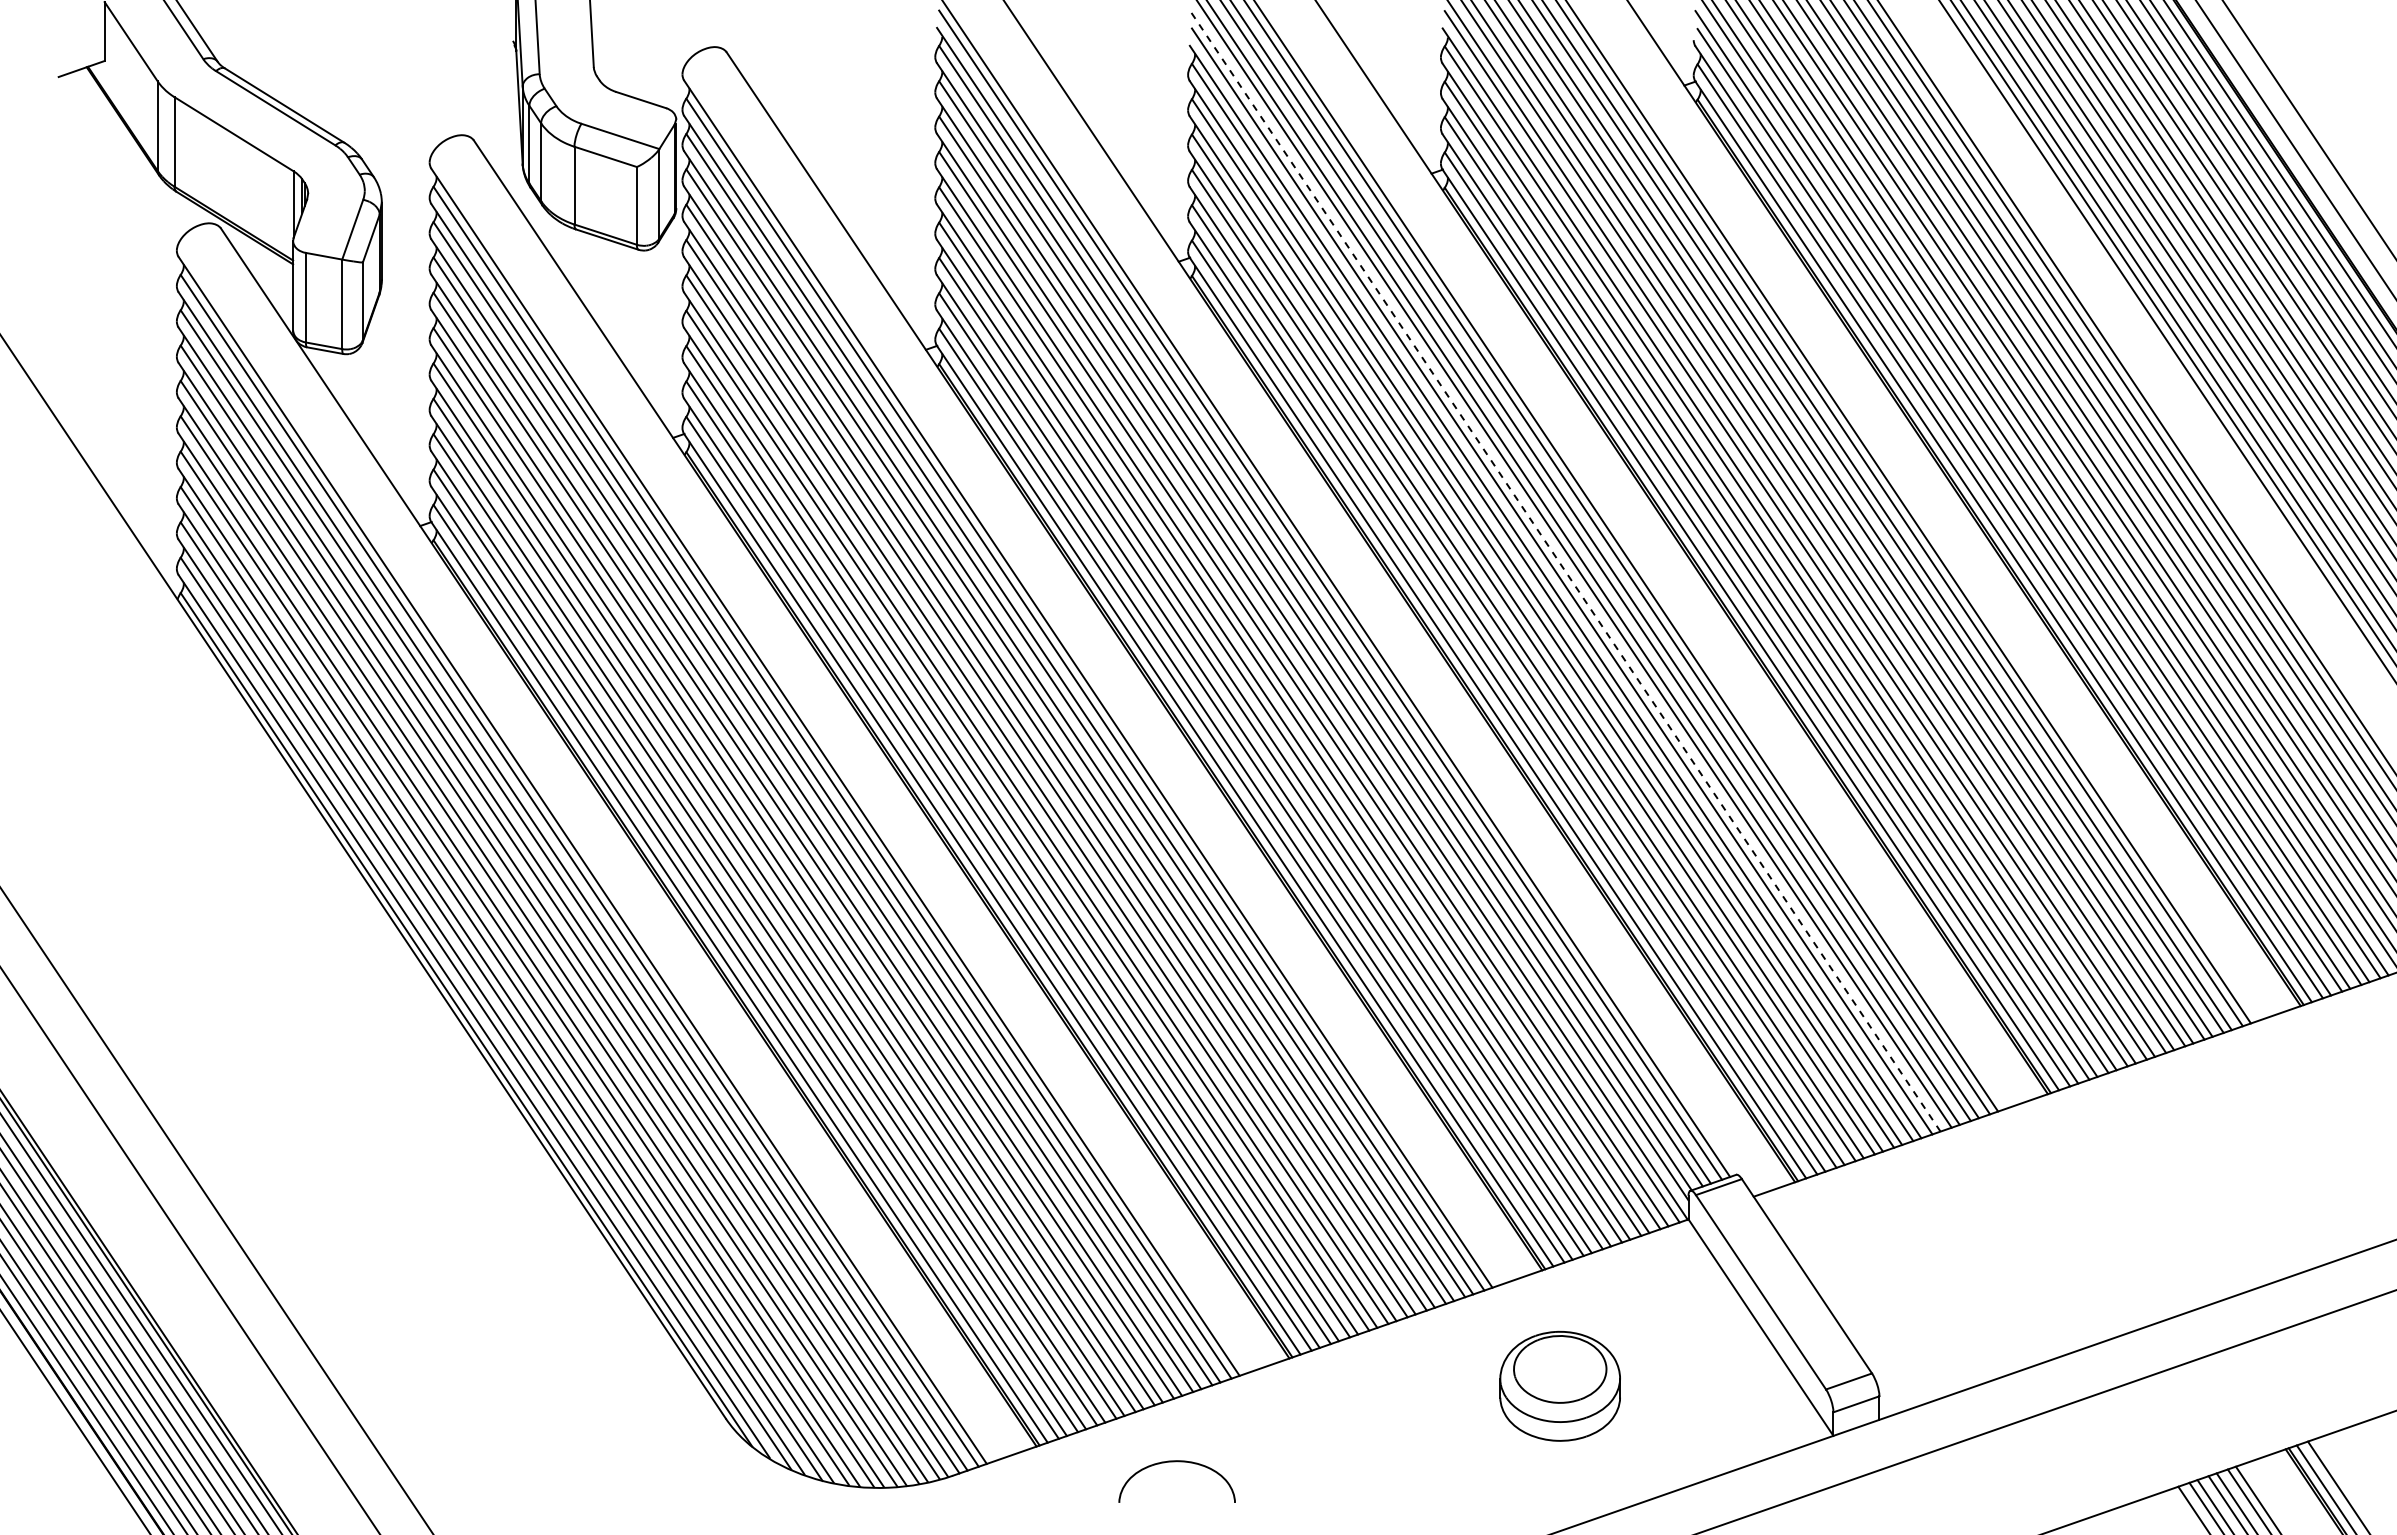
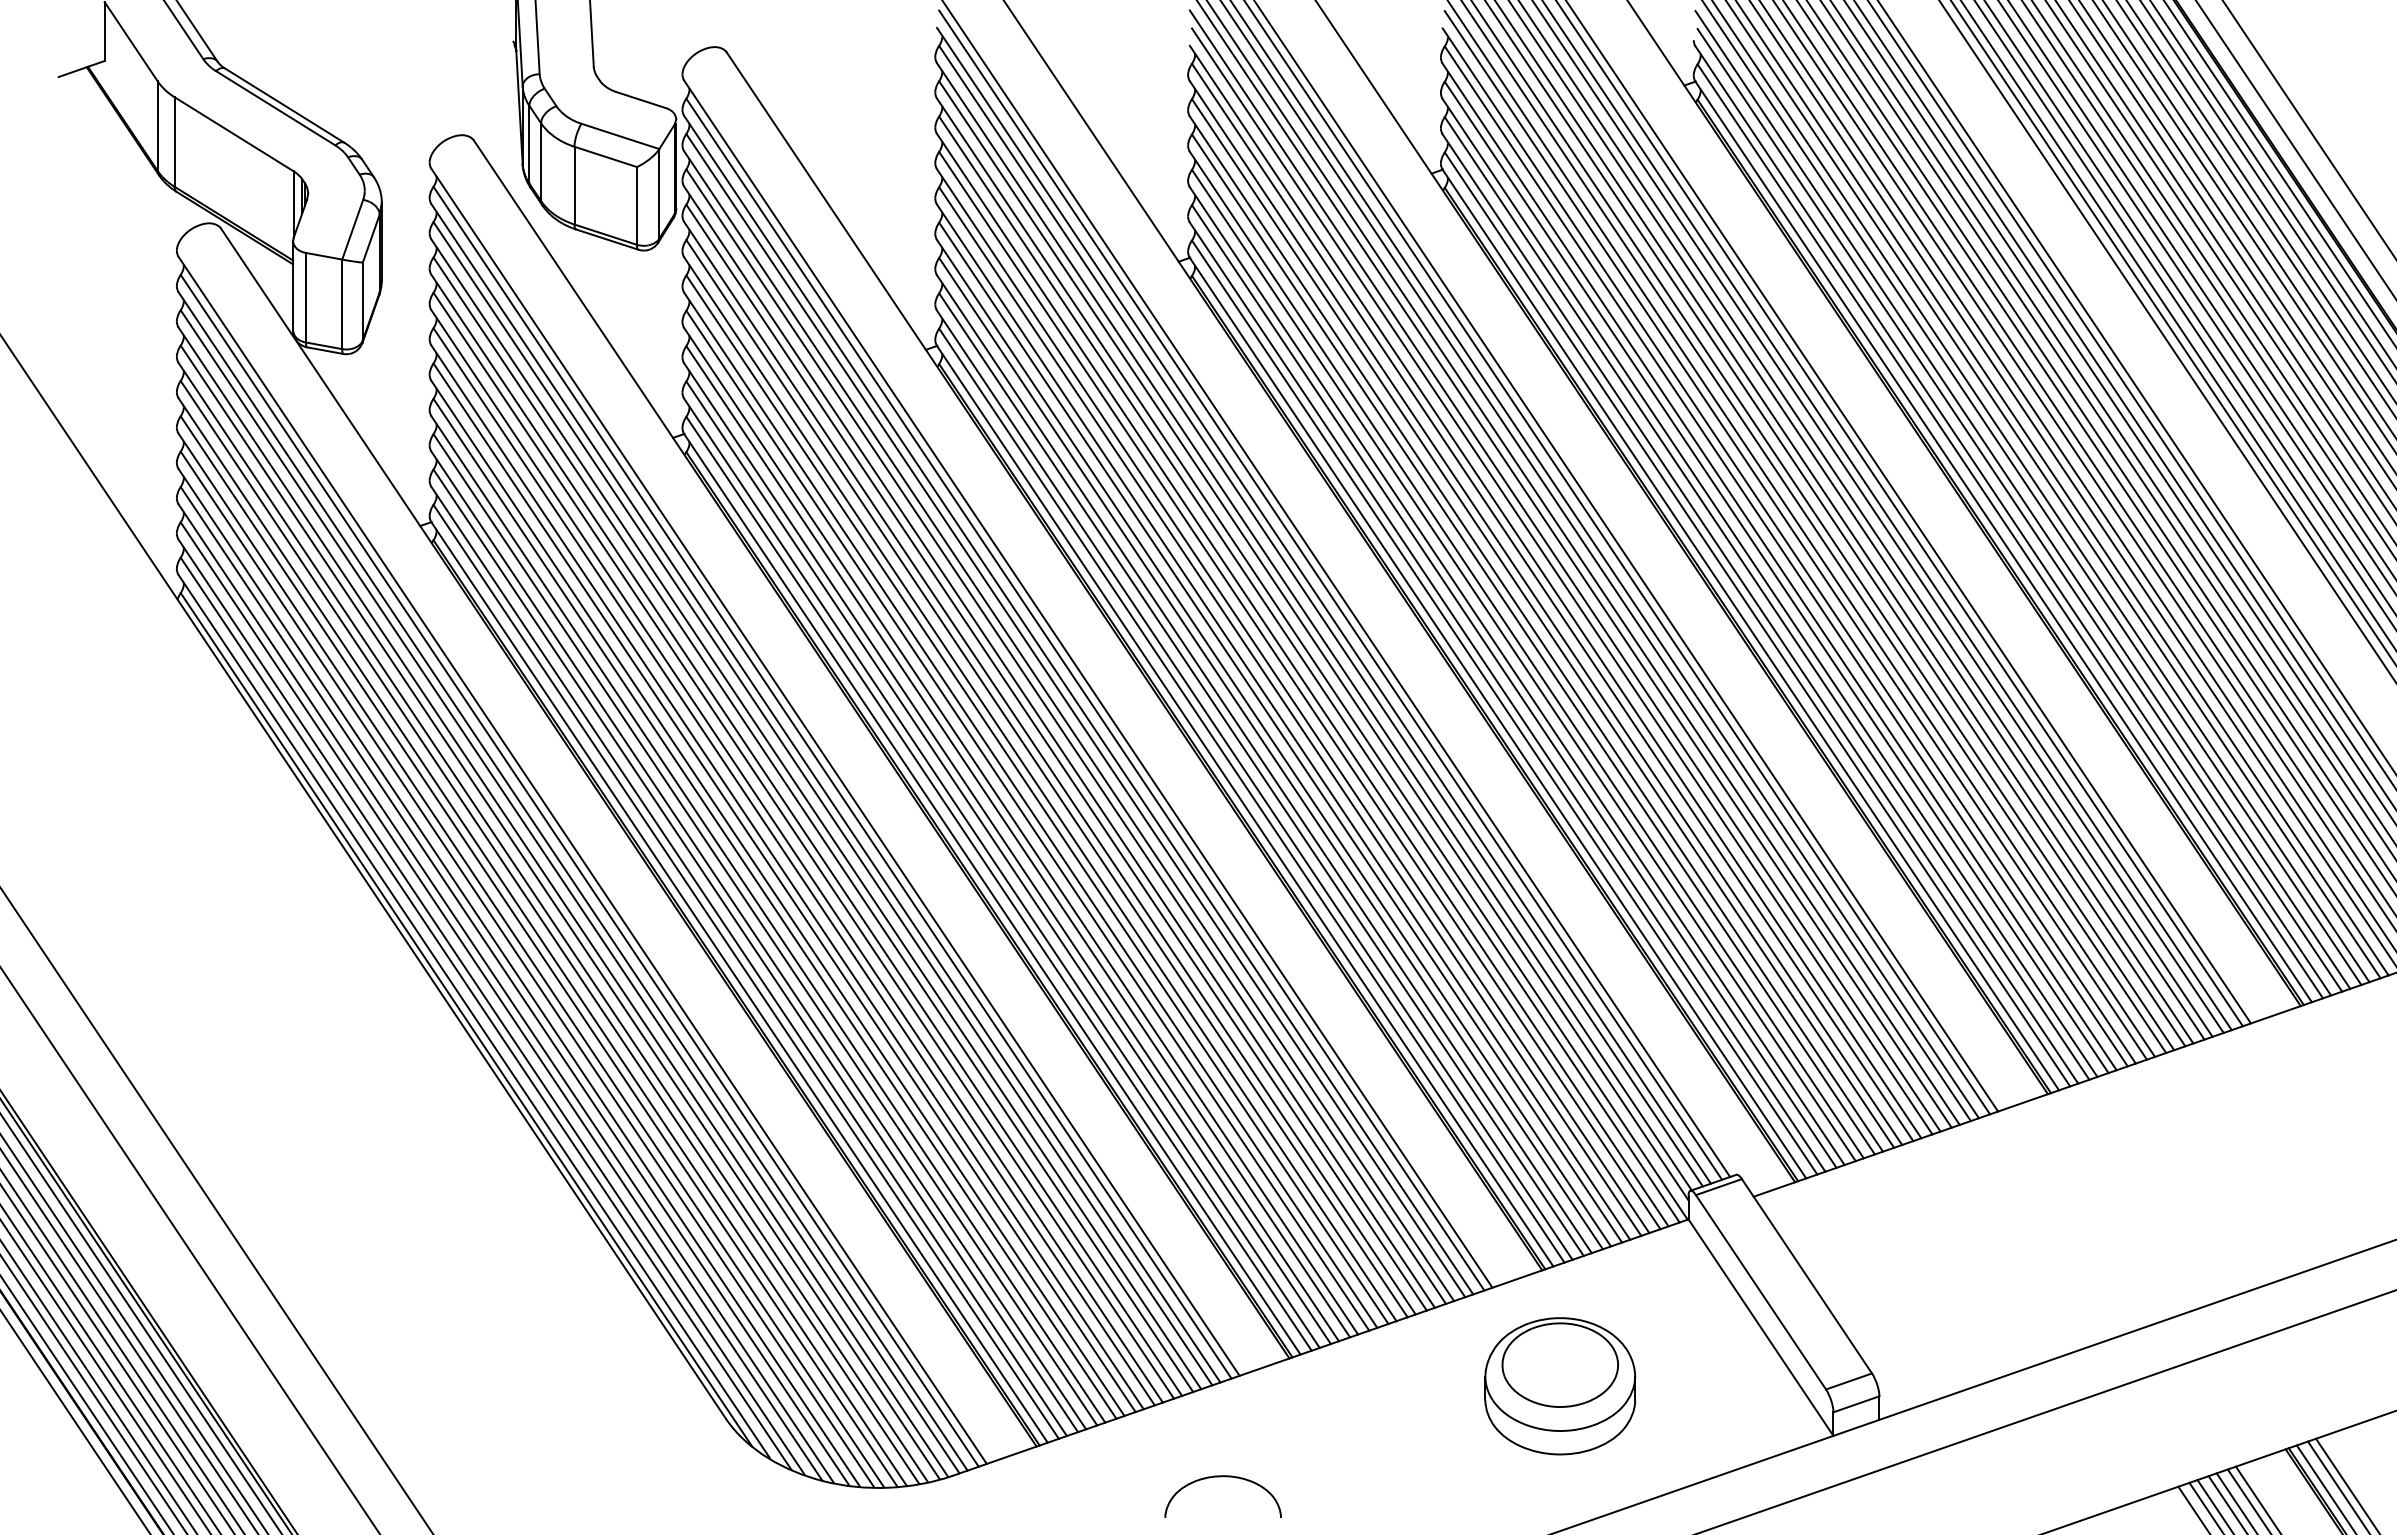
line at (1565, 571): dashed -> solid
part at (1559, 1385) size: 122x112 px -> 152x139 px
part at (1176, 1462) position: (1176, 1462) -> (1222, 1477)
line at (2347, 1484): none -> present
